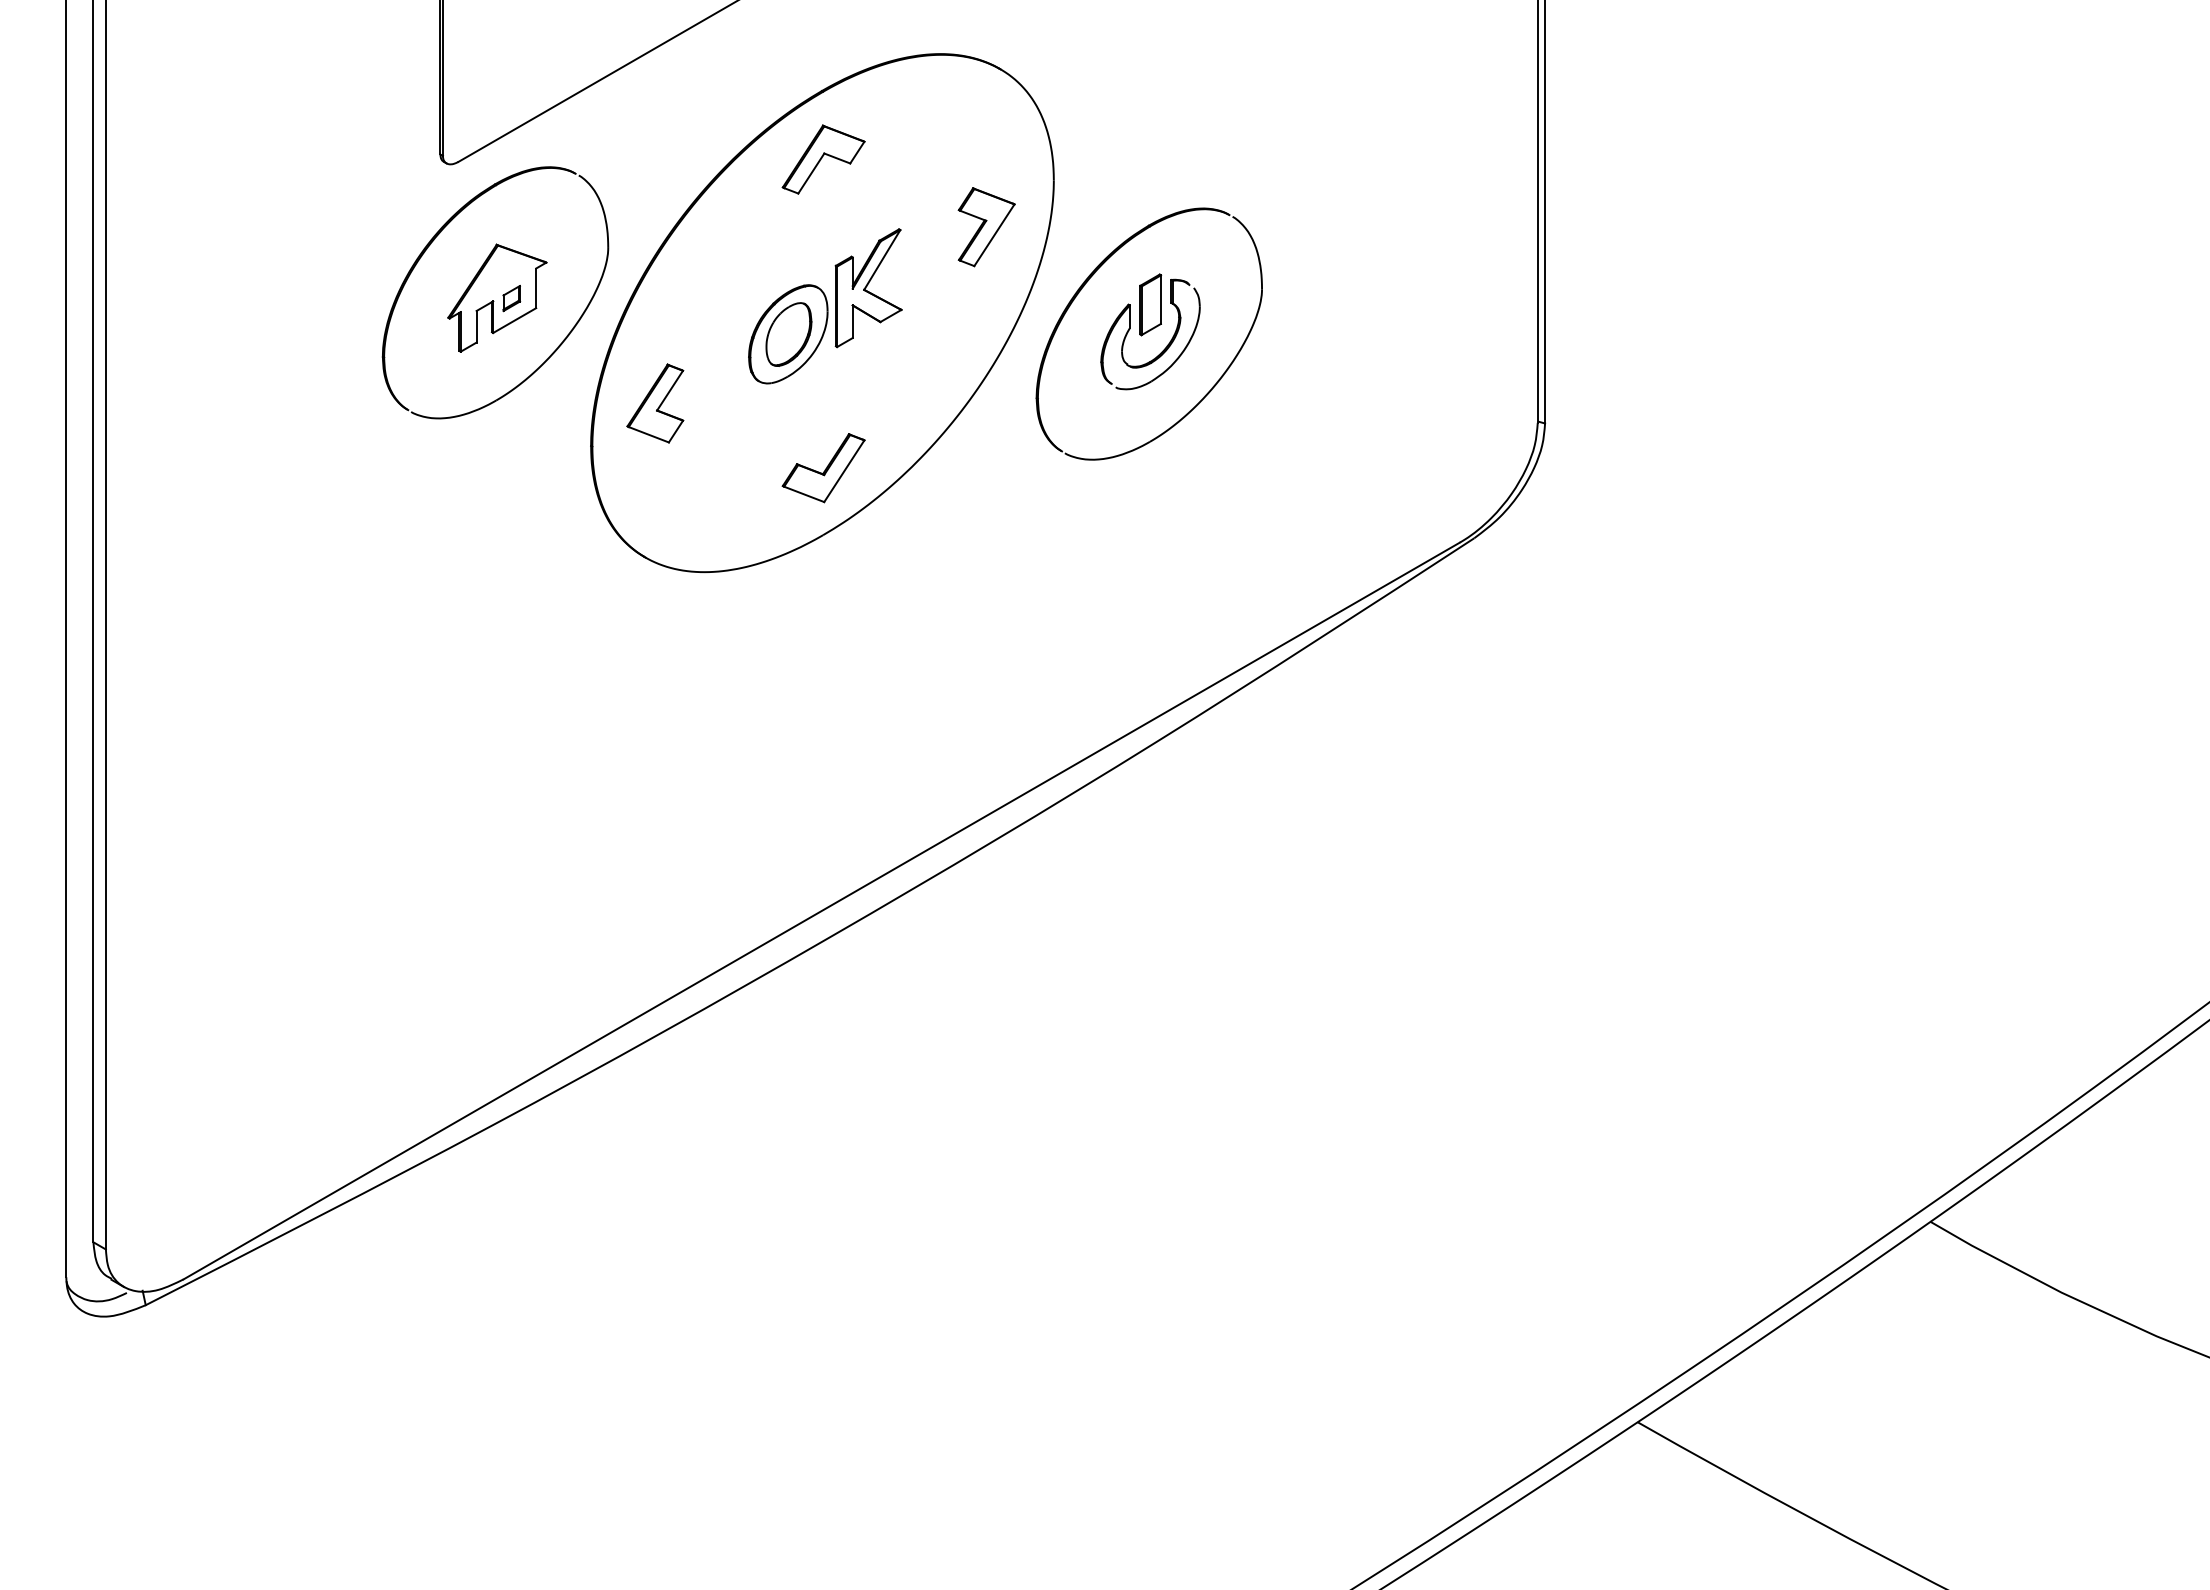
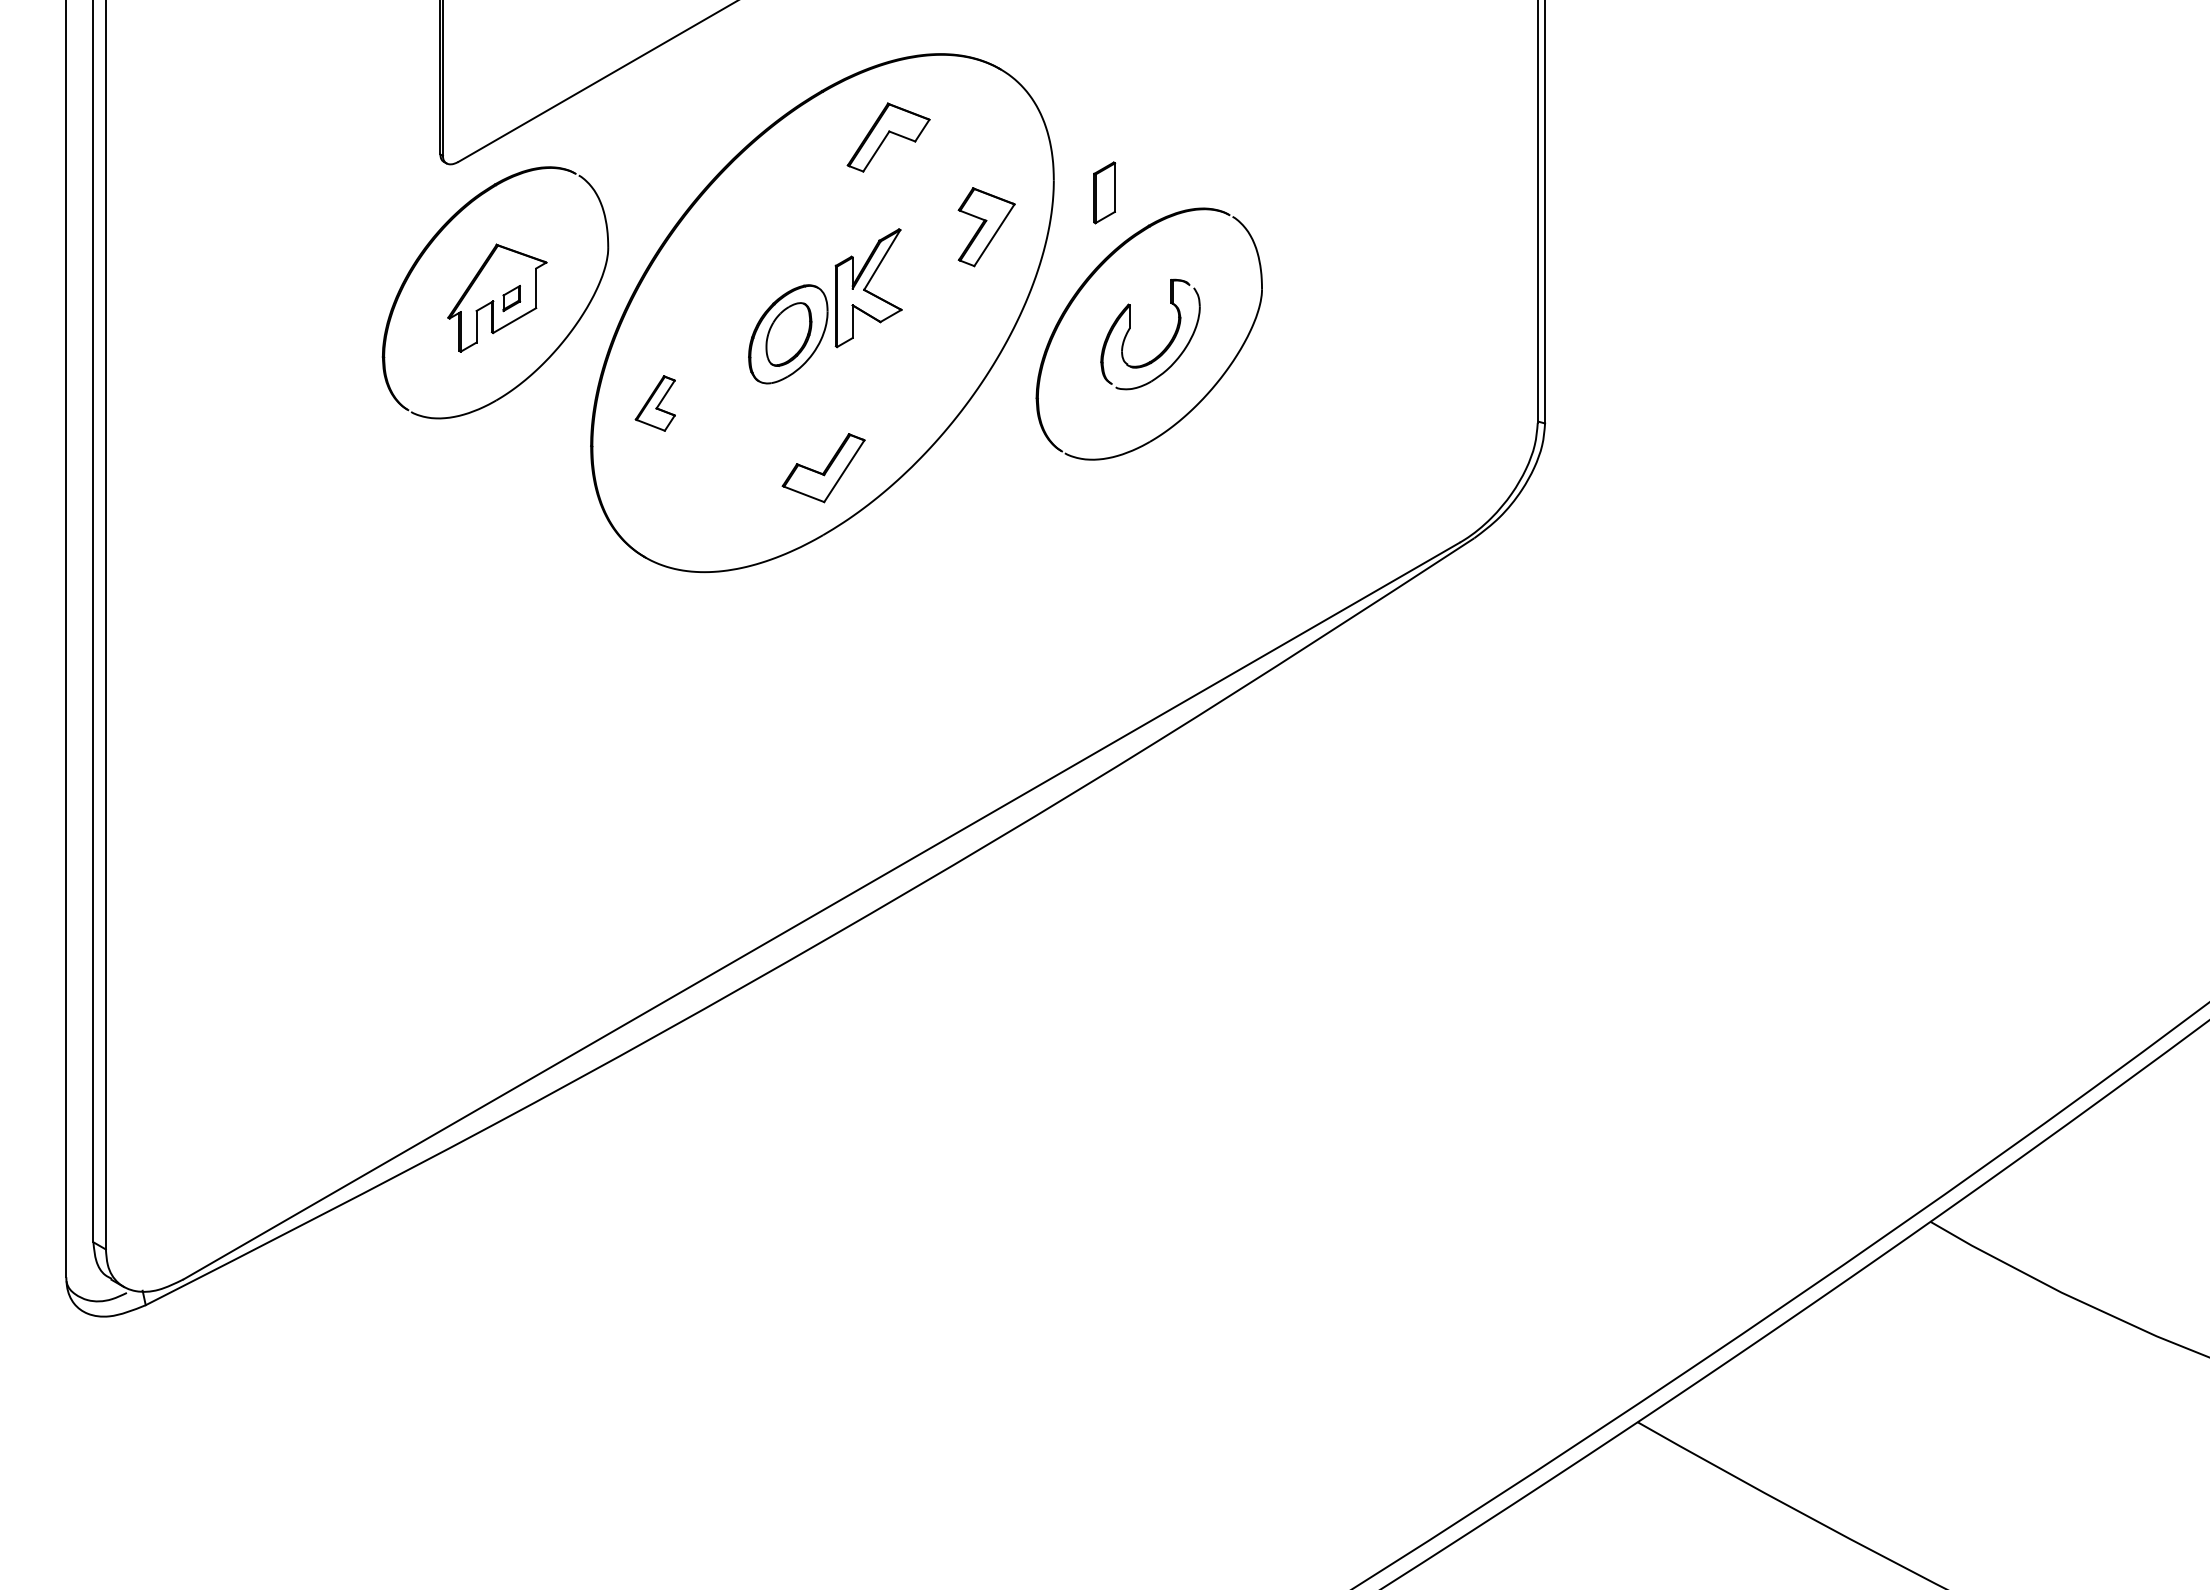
part at (823, 159) position: (823, 159) -> (888, 137)
part at (1150, 304) position: (1150, 304) -> (1104, 192)
part at (655, 403) size: 59x81 px -> 42x57 px
